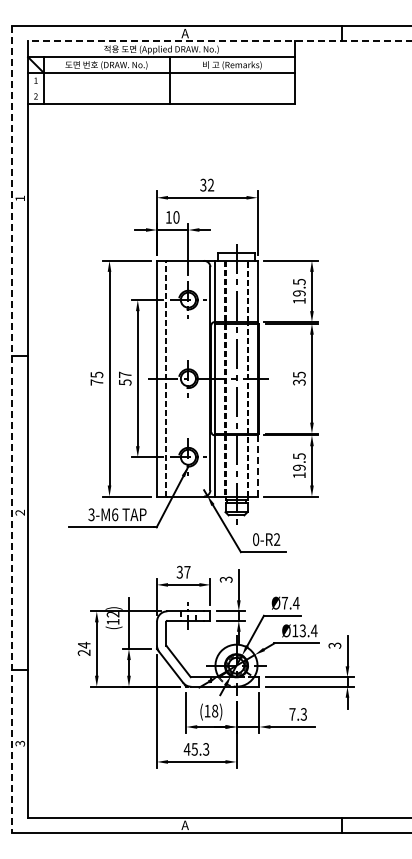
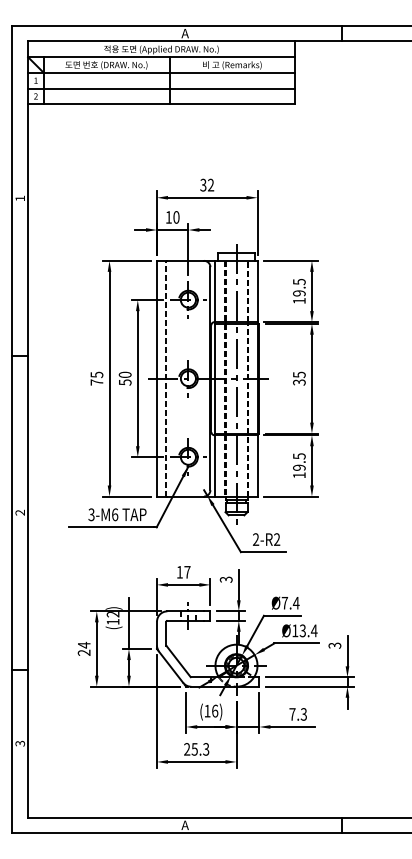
line at (219, 41): dashed -> solid
line at (161, 88): none -> present
text at (124, 374): 57 -> 50
line at (12, 429): dashed -> solid
line at (257, 465): dashed -> solid
text at (255, 539): 0-R2 -> 2-R2
text at (179, 571): 37 -> 17
text at (215, 710): (18) -> (16)
text at (186, 749): 45.3 -> 25.3
